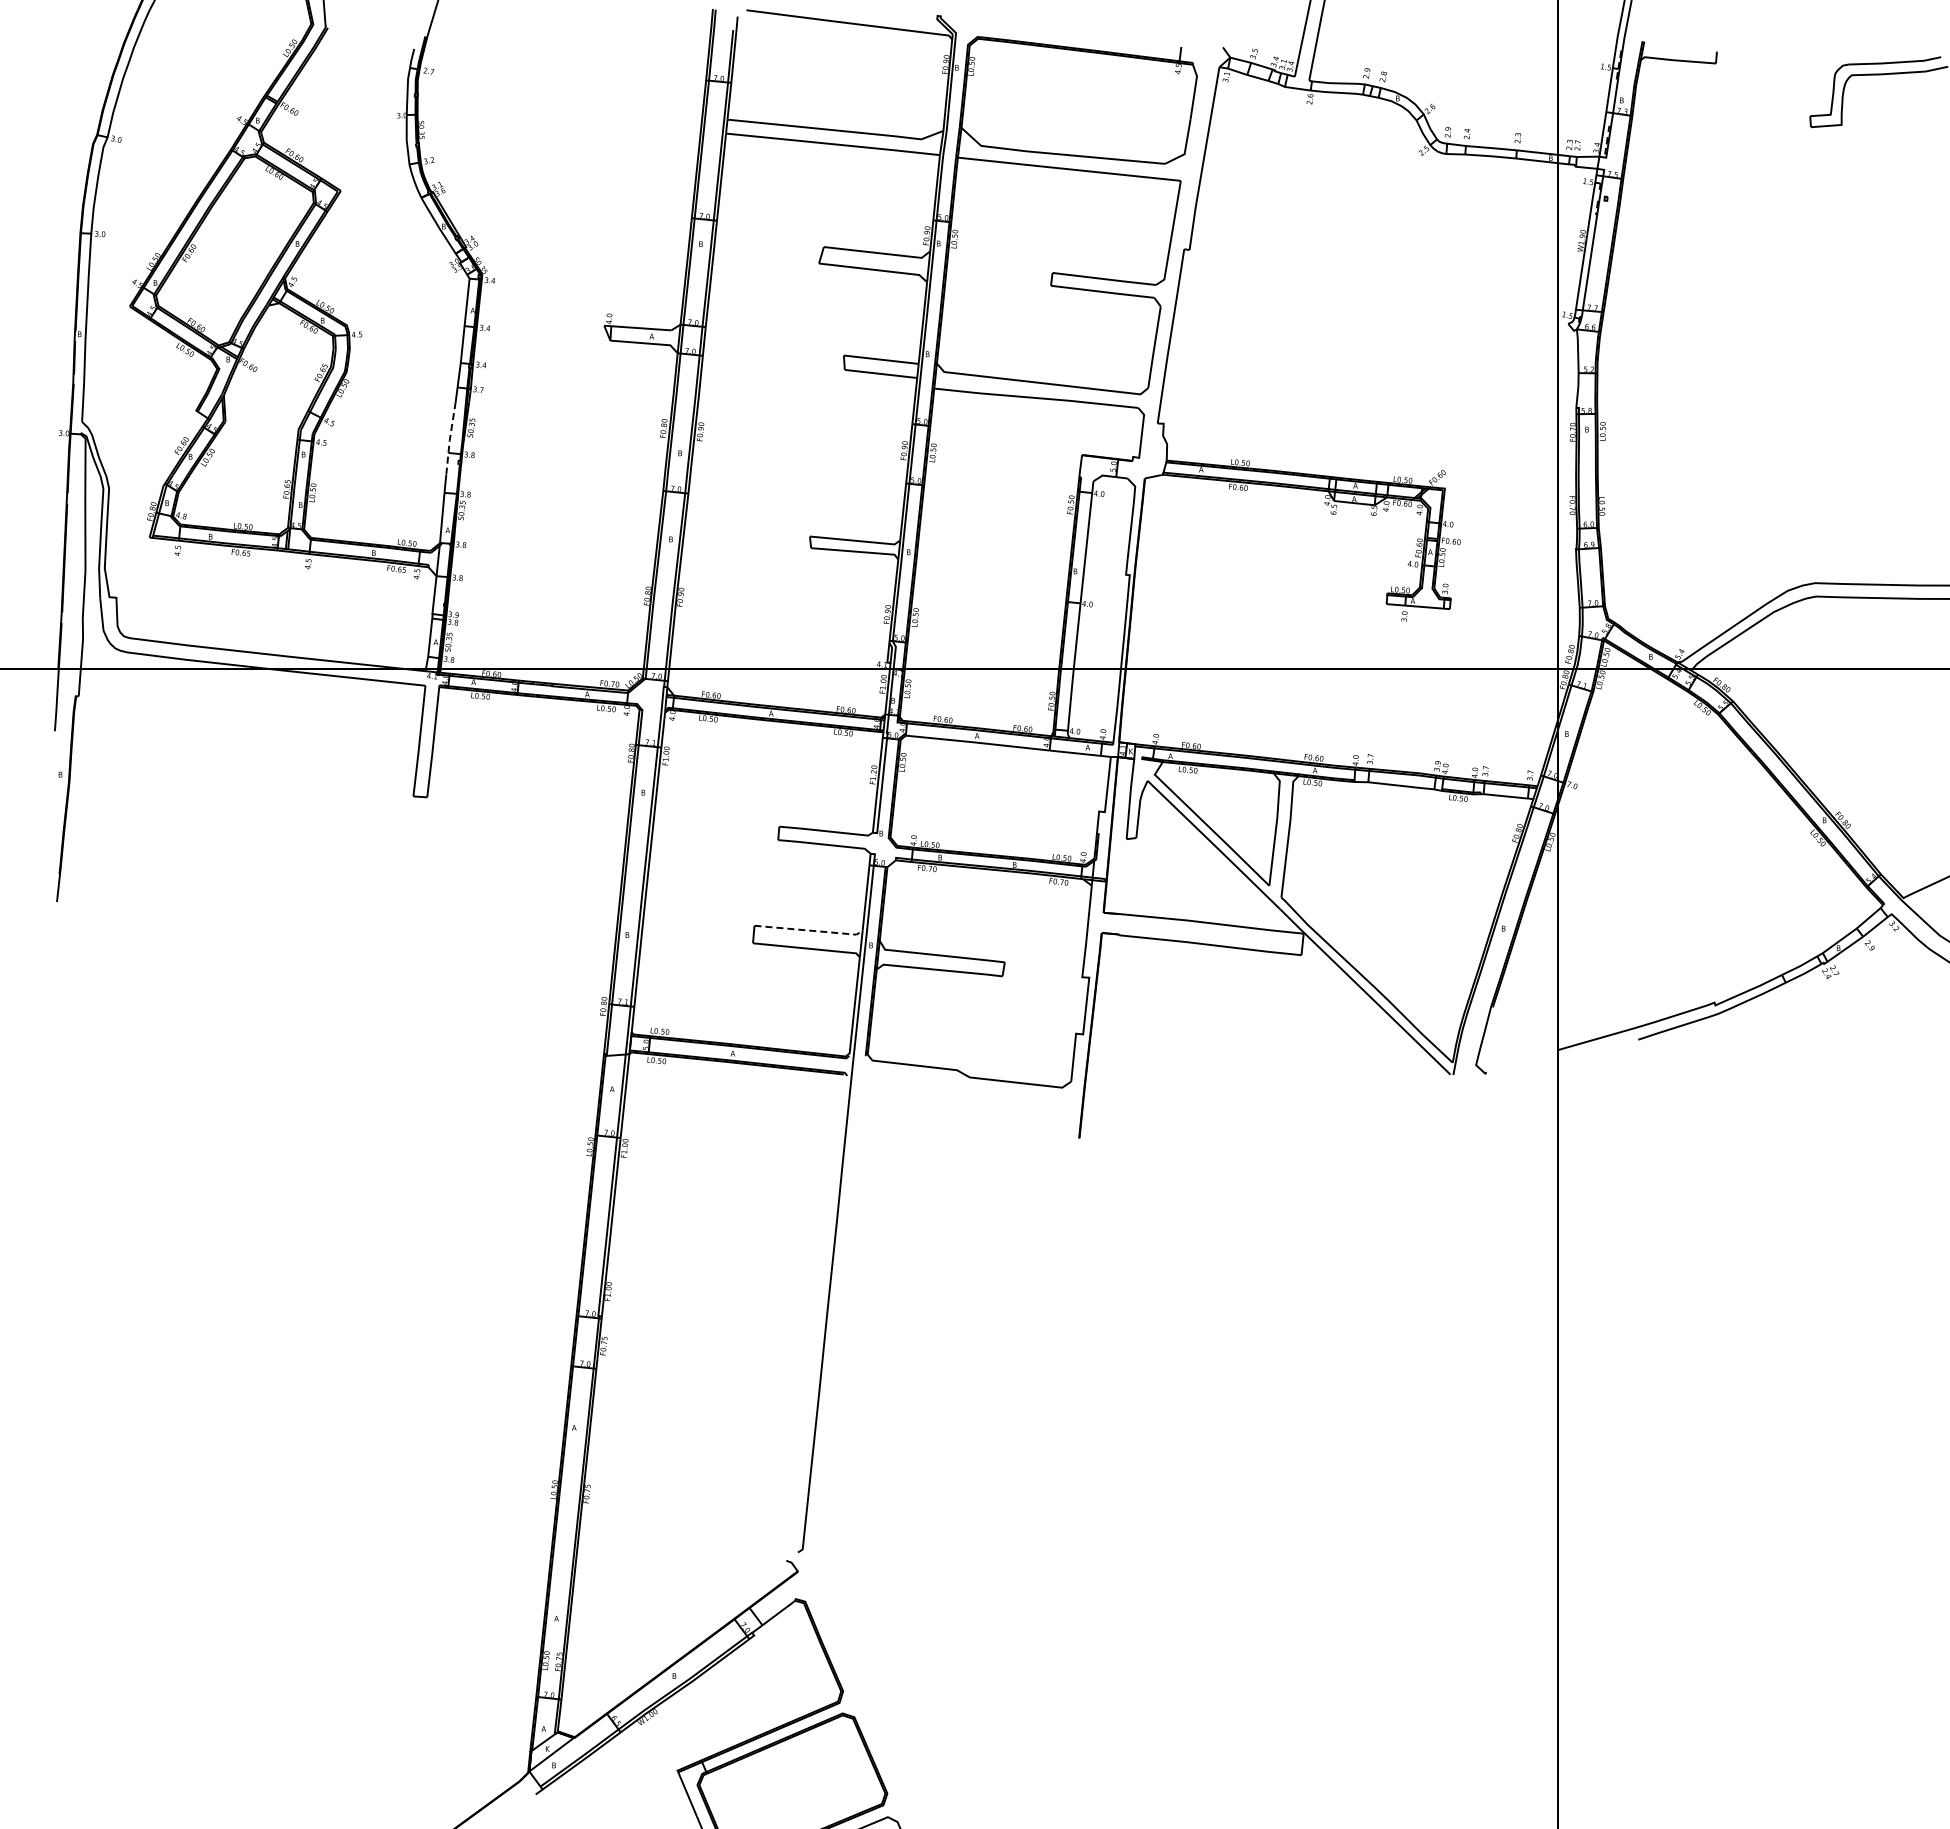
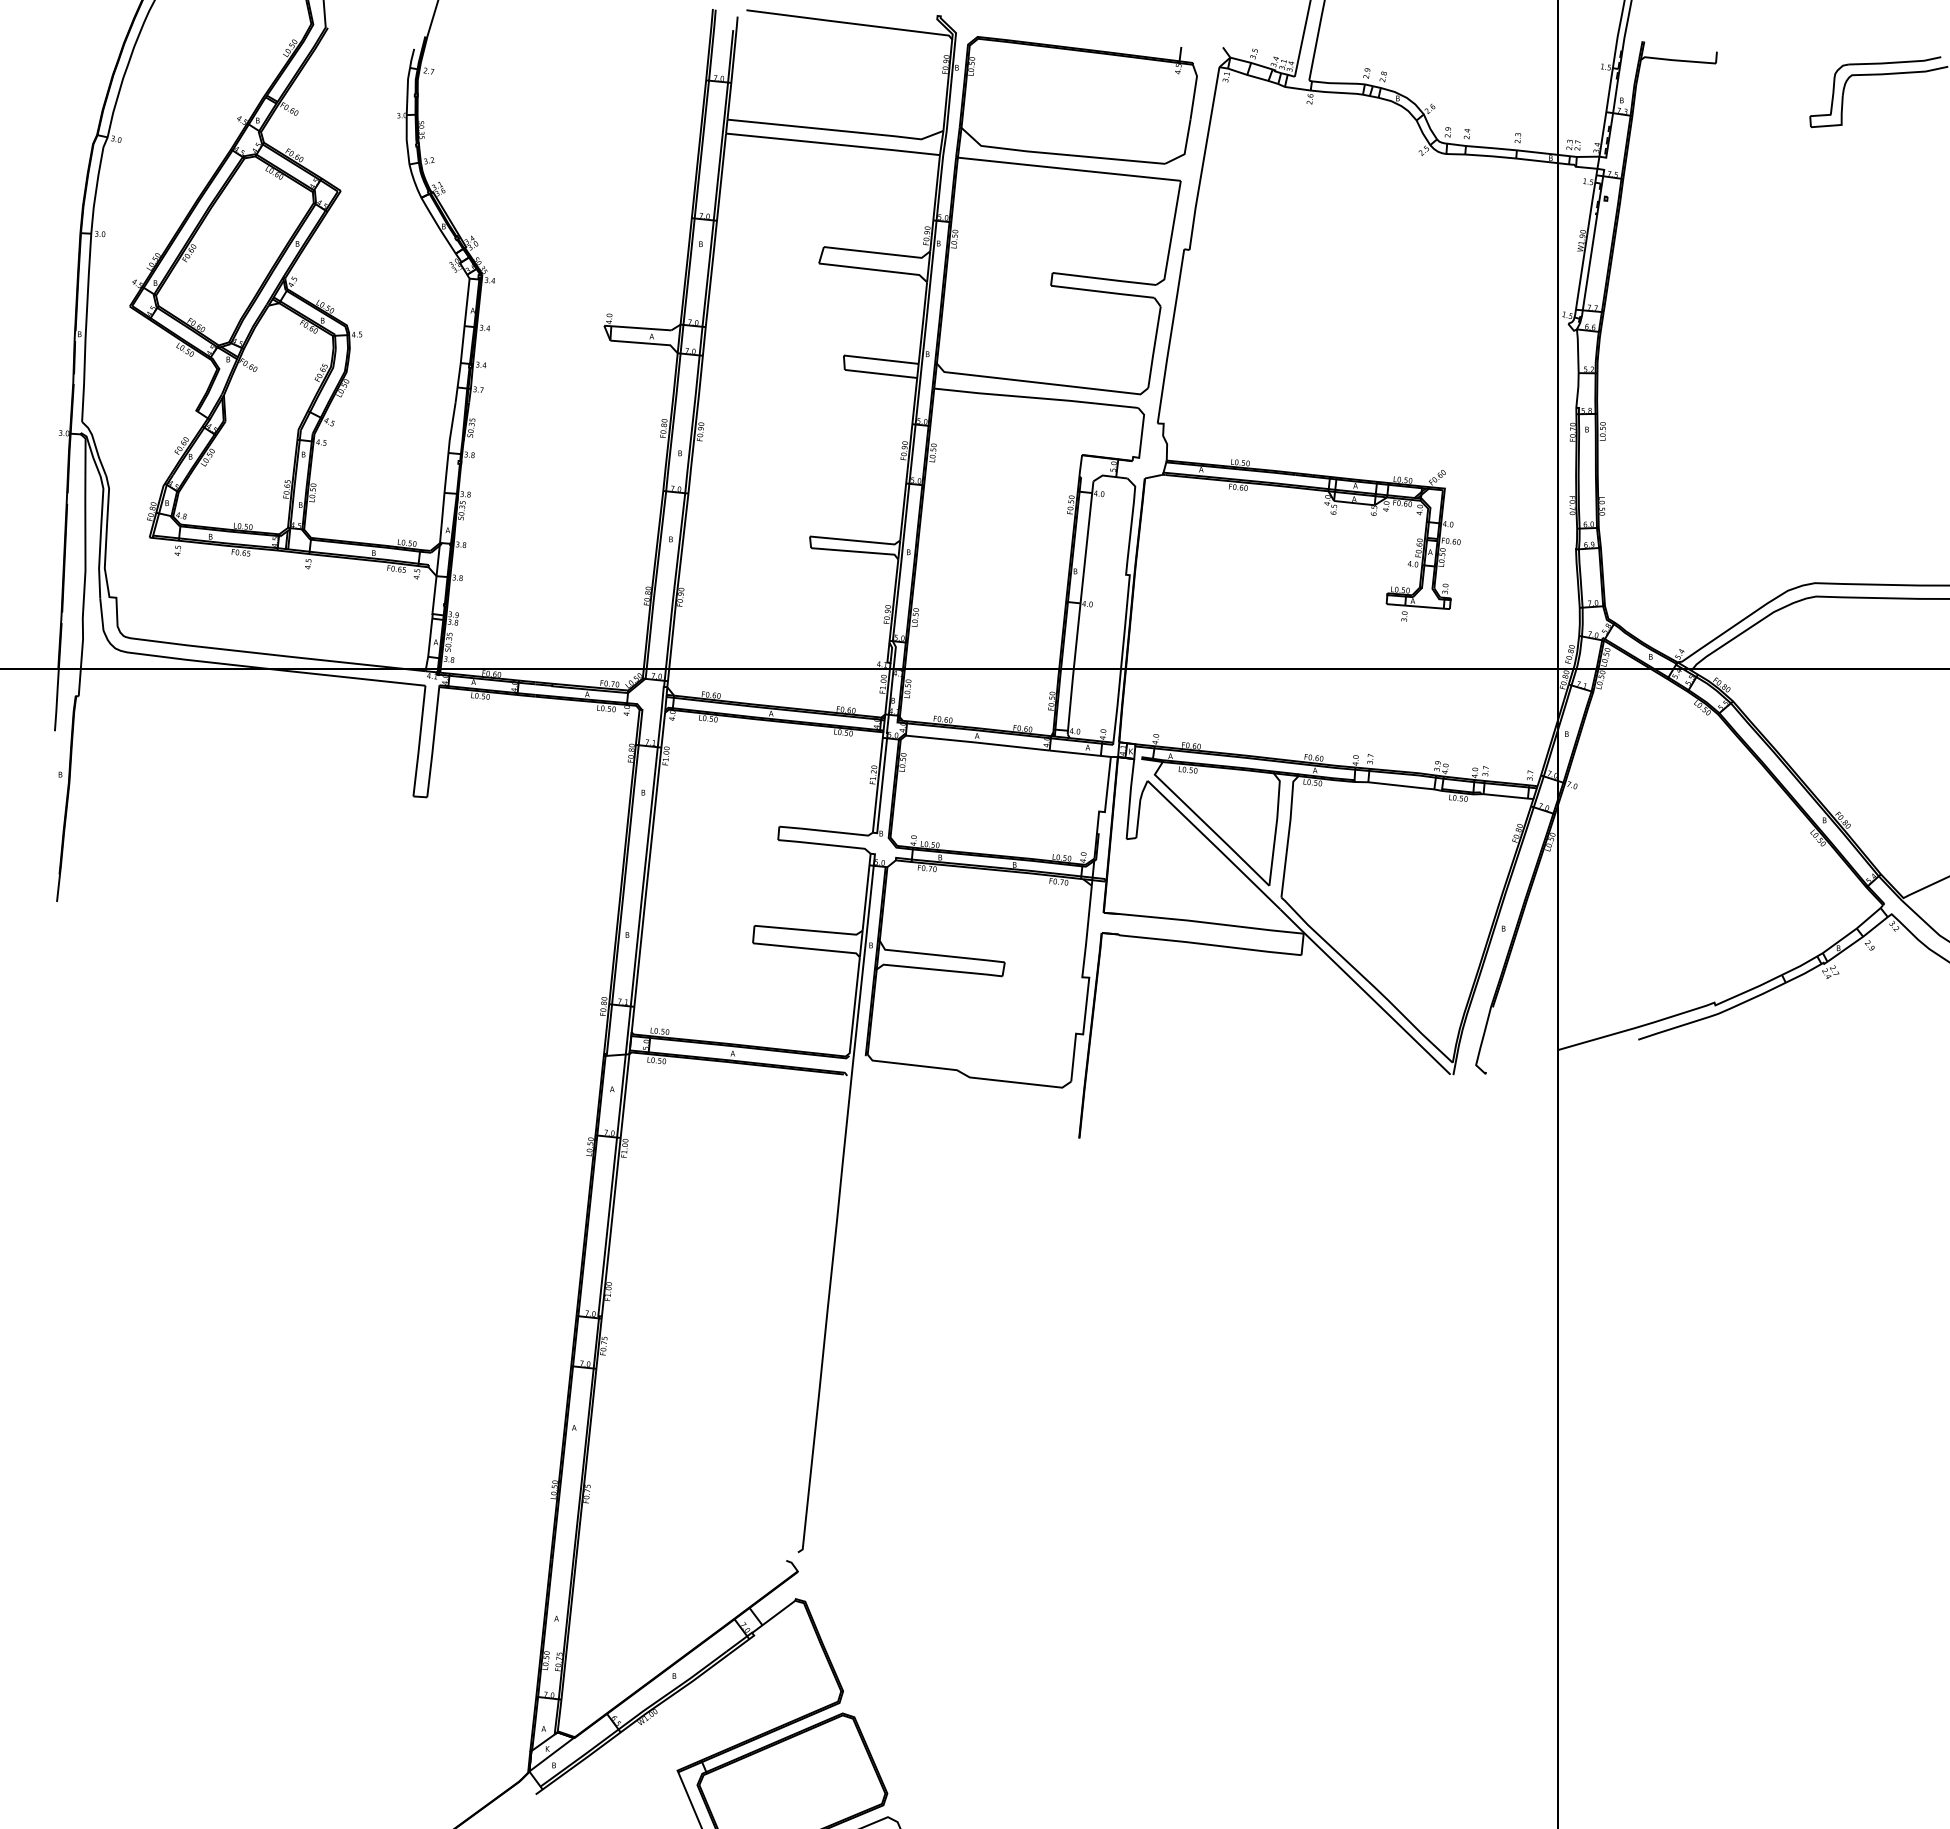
line at (449, 440): dashed -> solid
line at (809, 930): dashed -> solid
